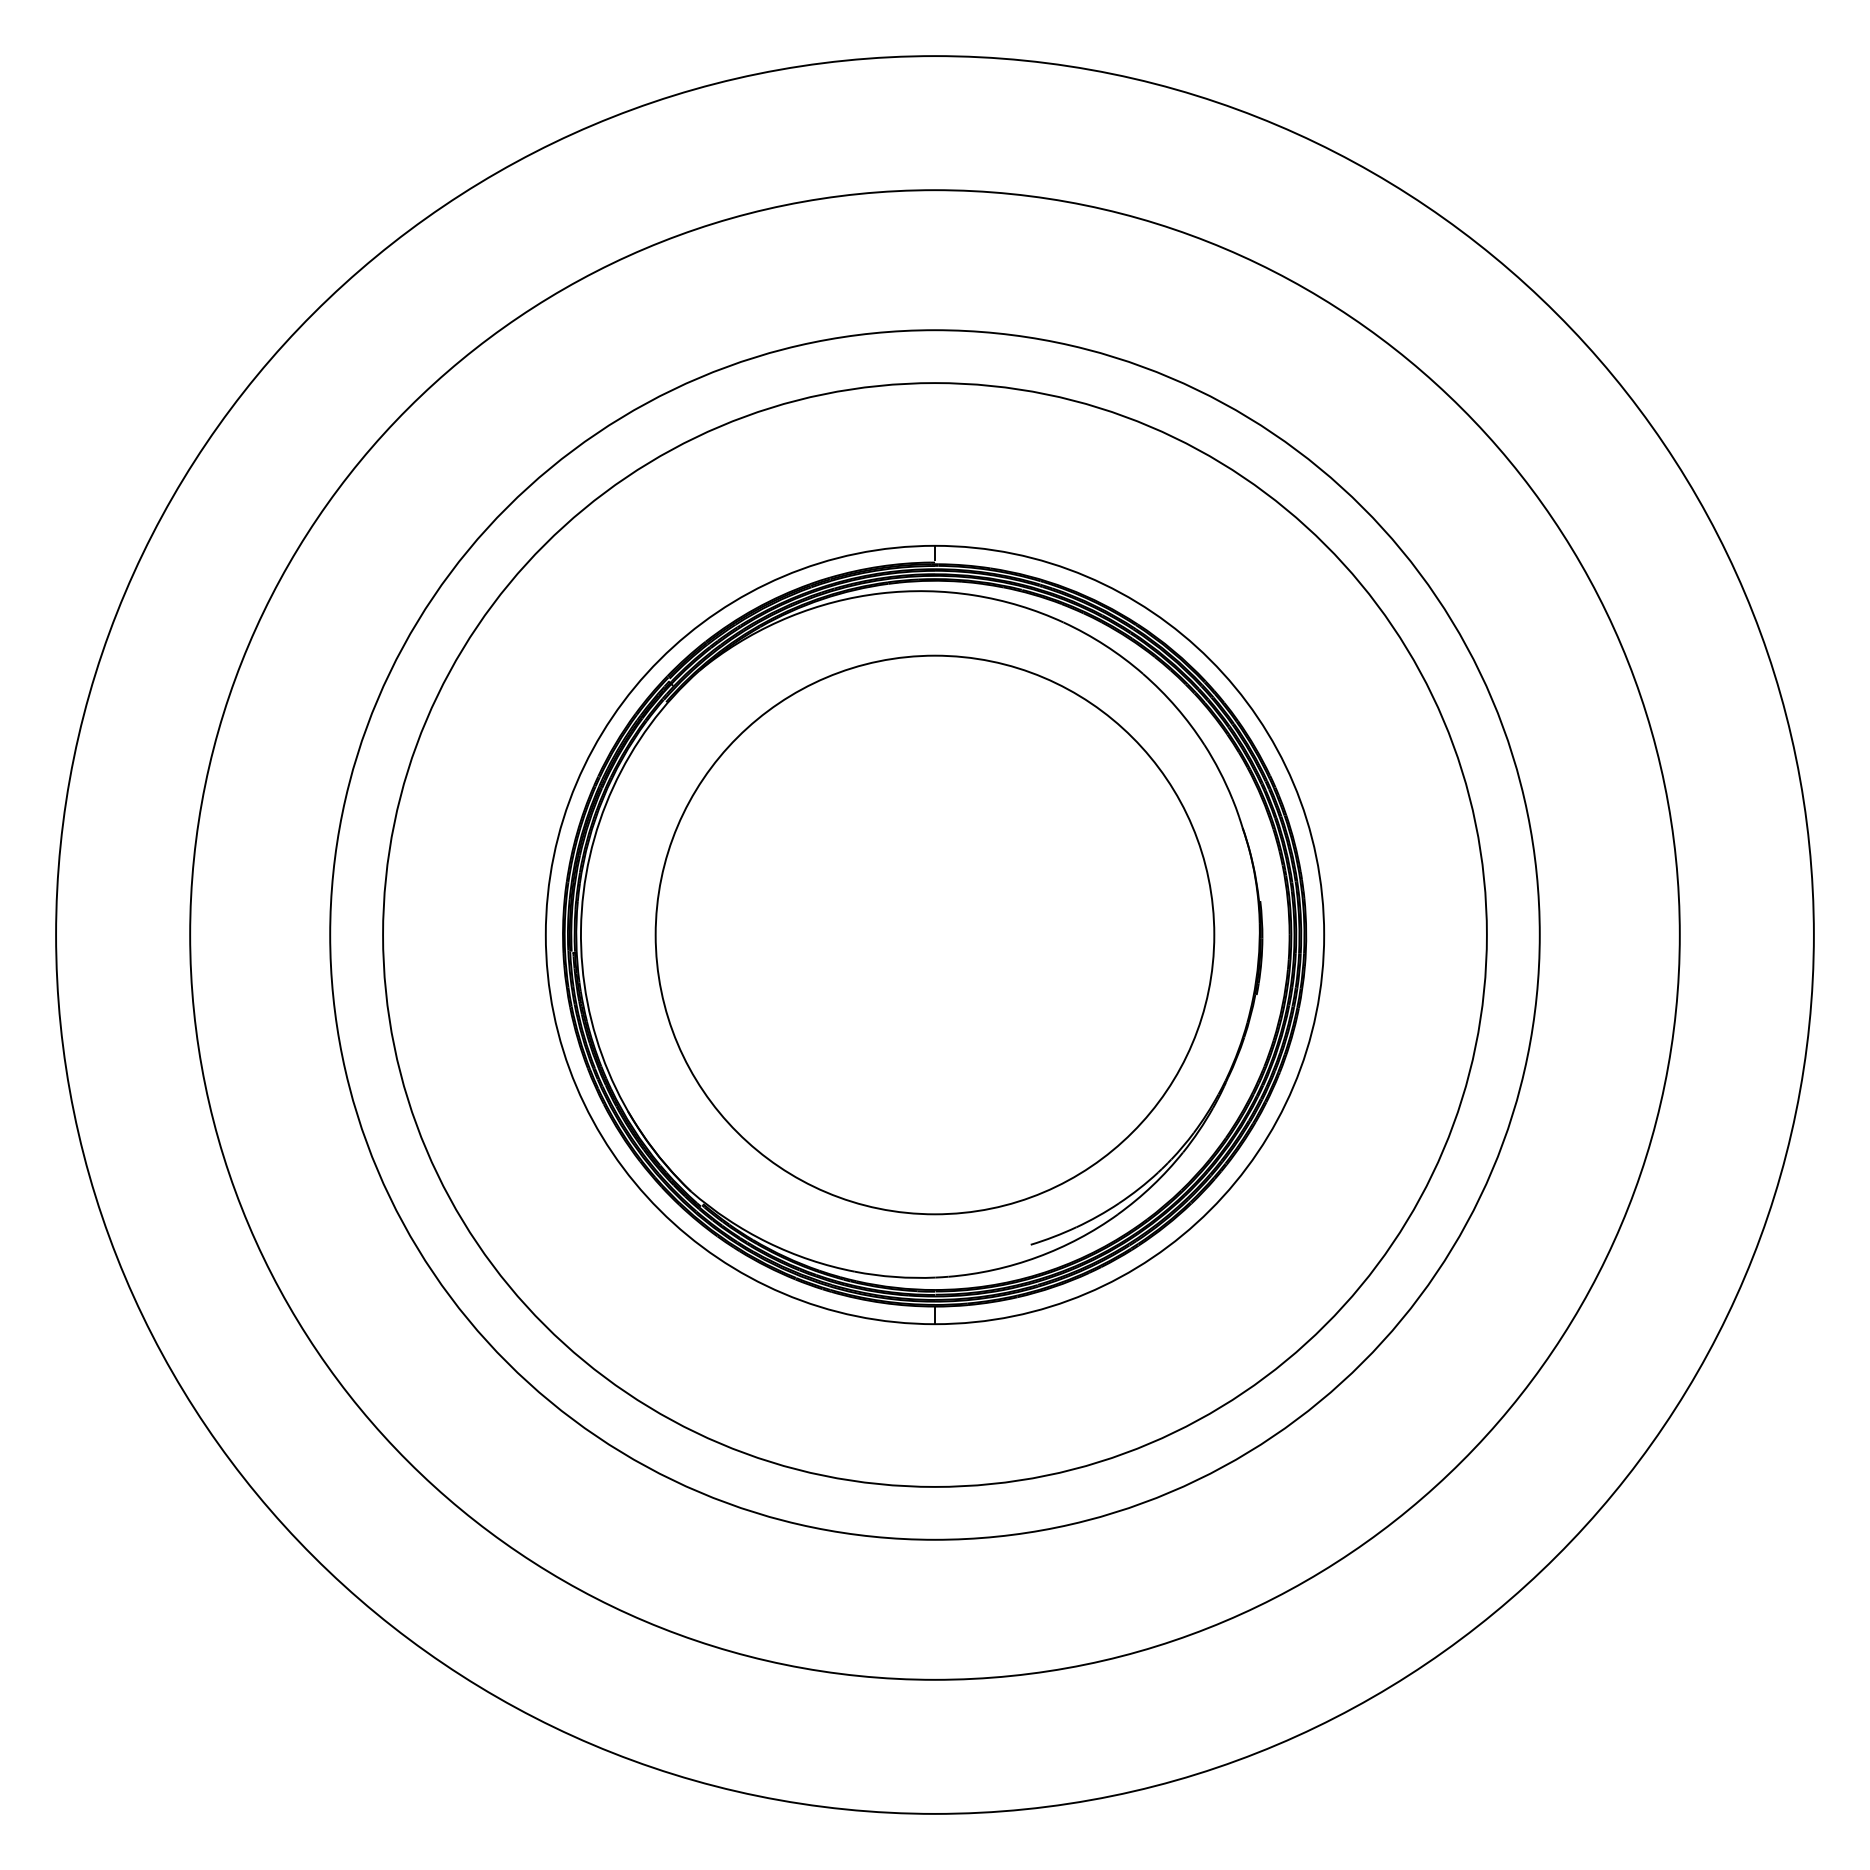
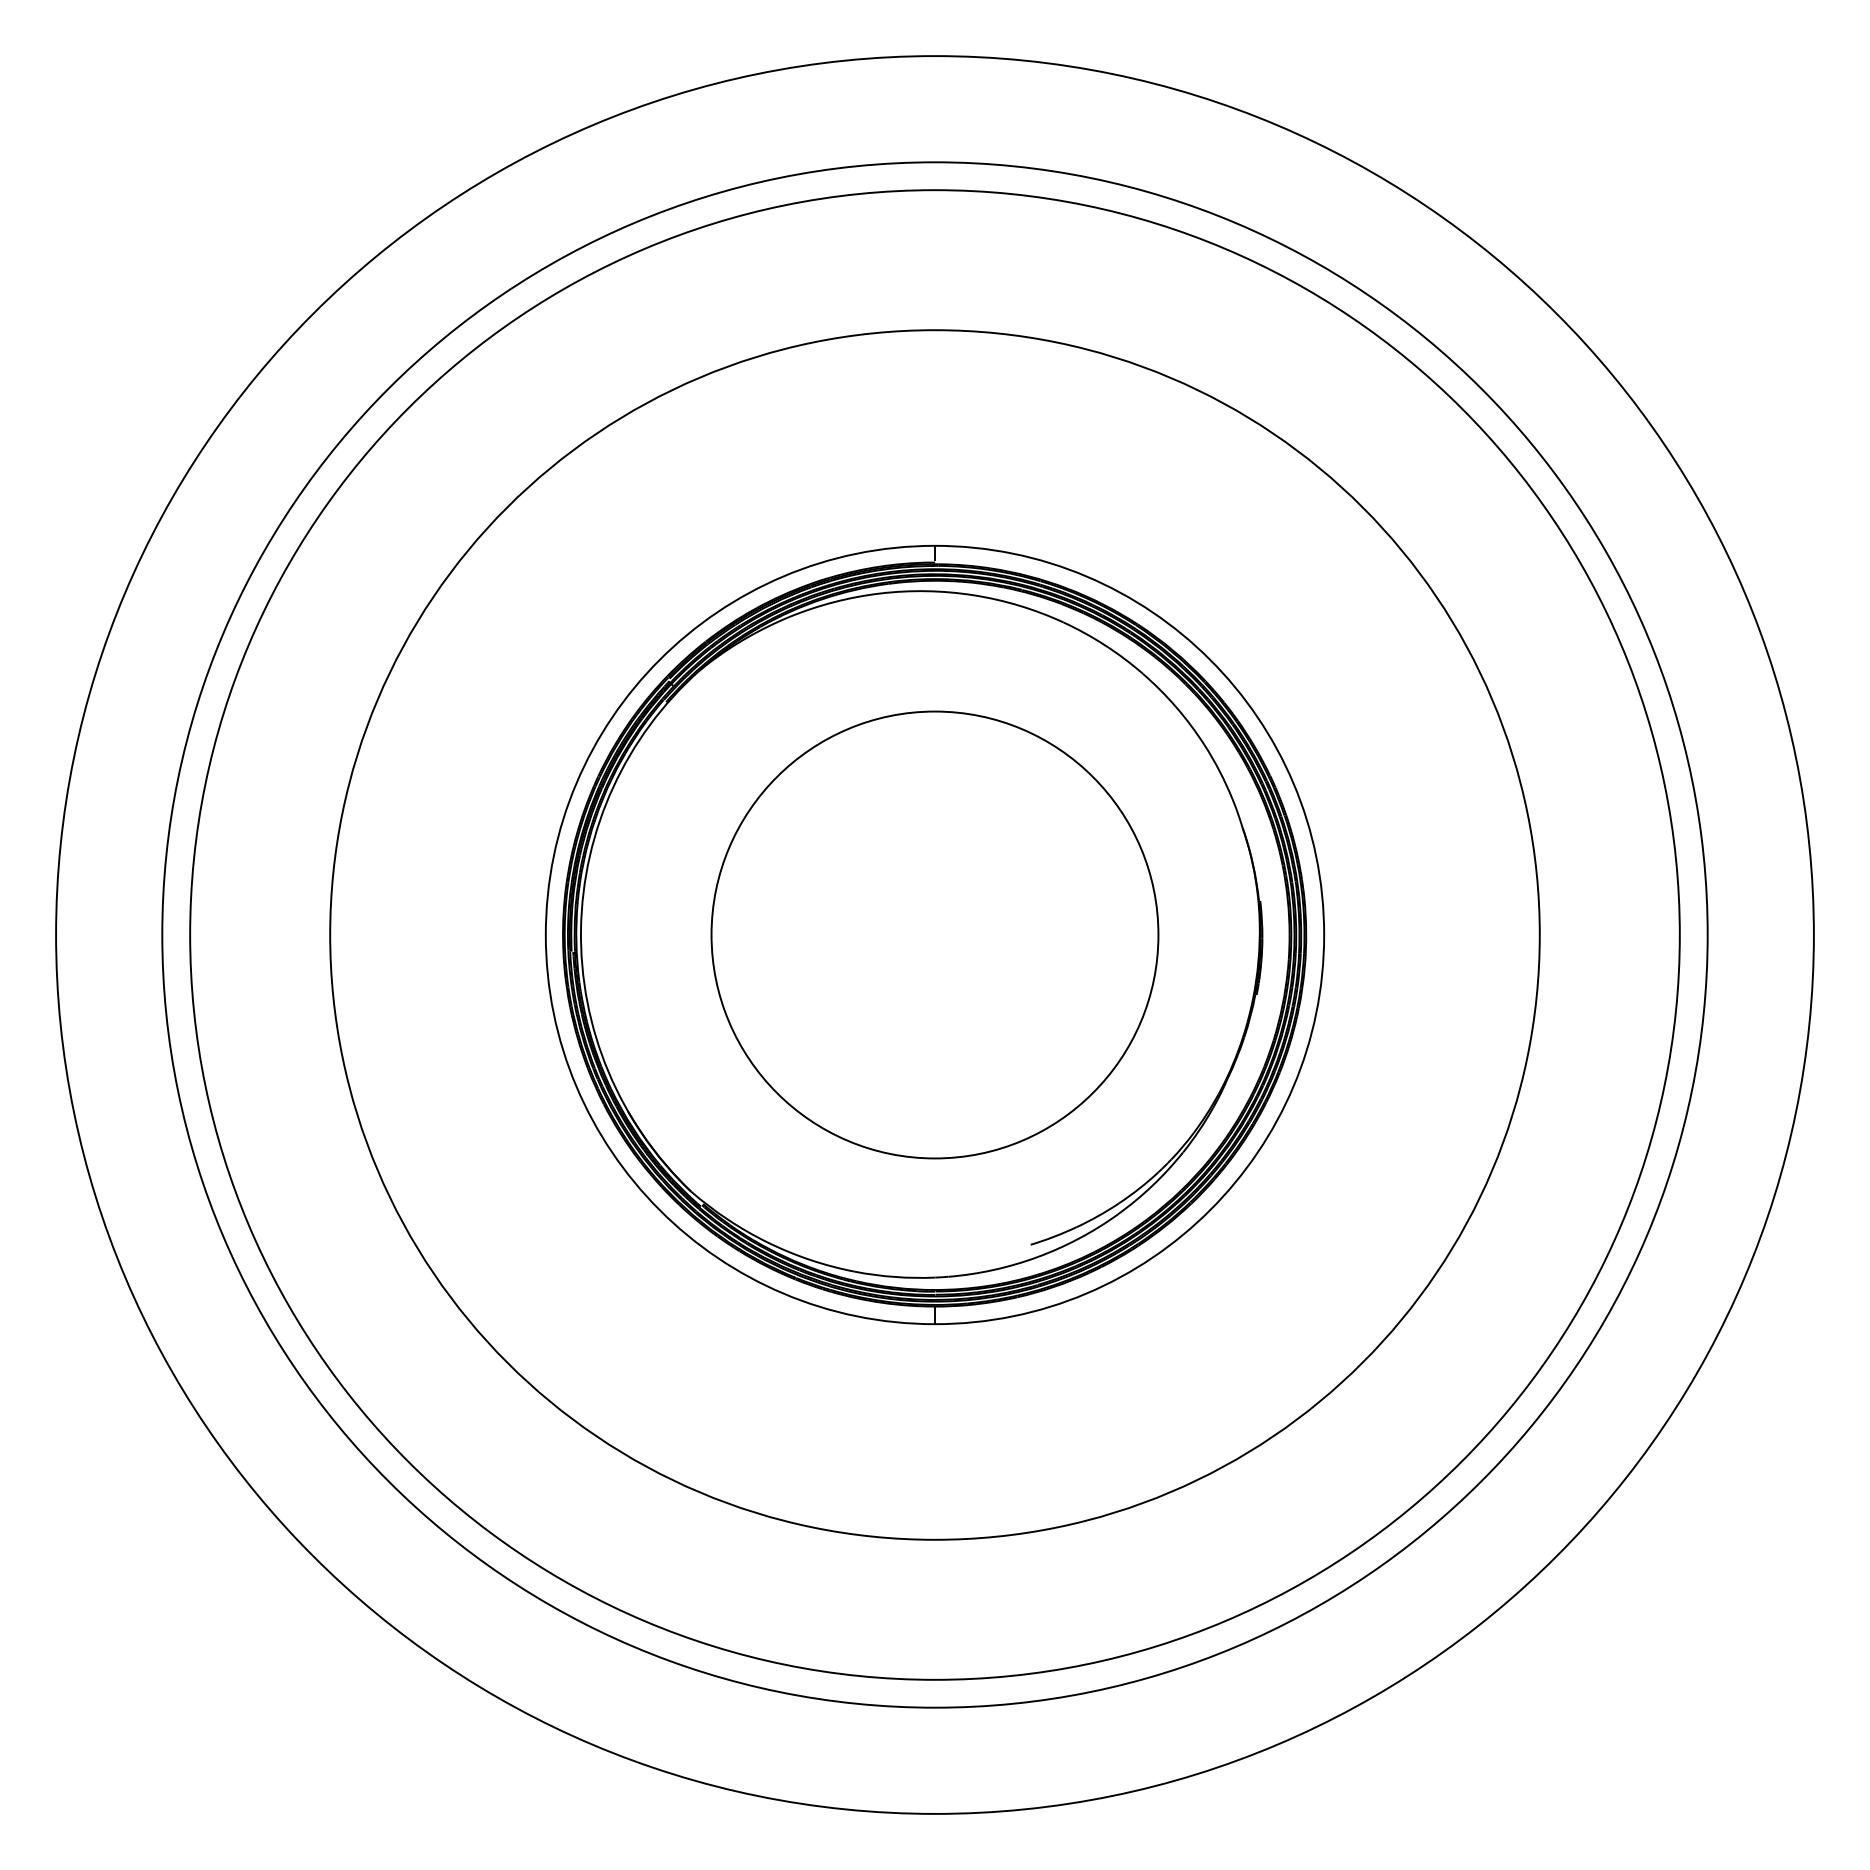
circle at (934, 934) diameter: 1104 px -> 1545 px
circle at (934, 934) diameter: 559 px -> 447 px
